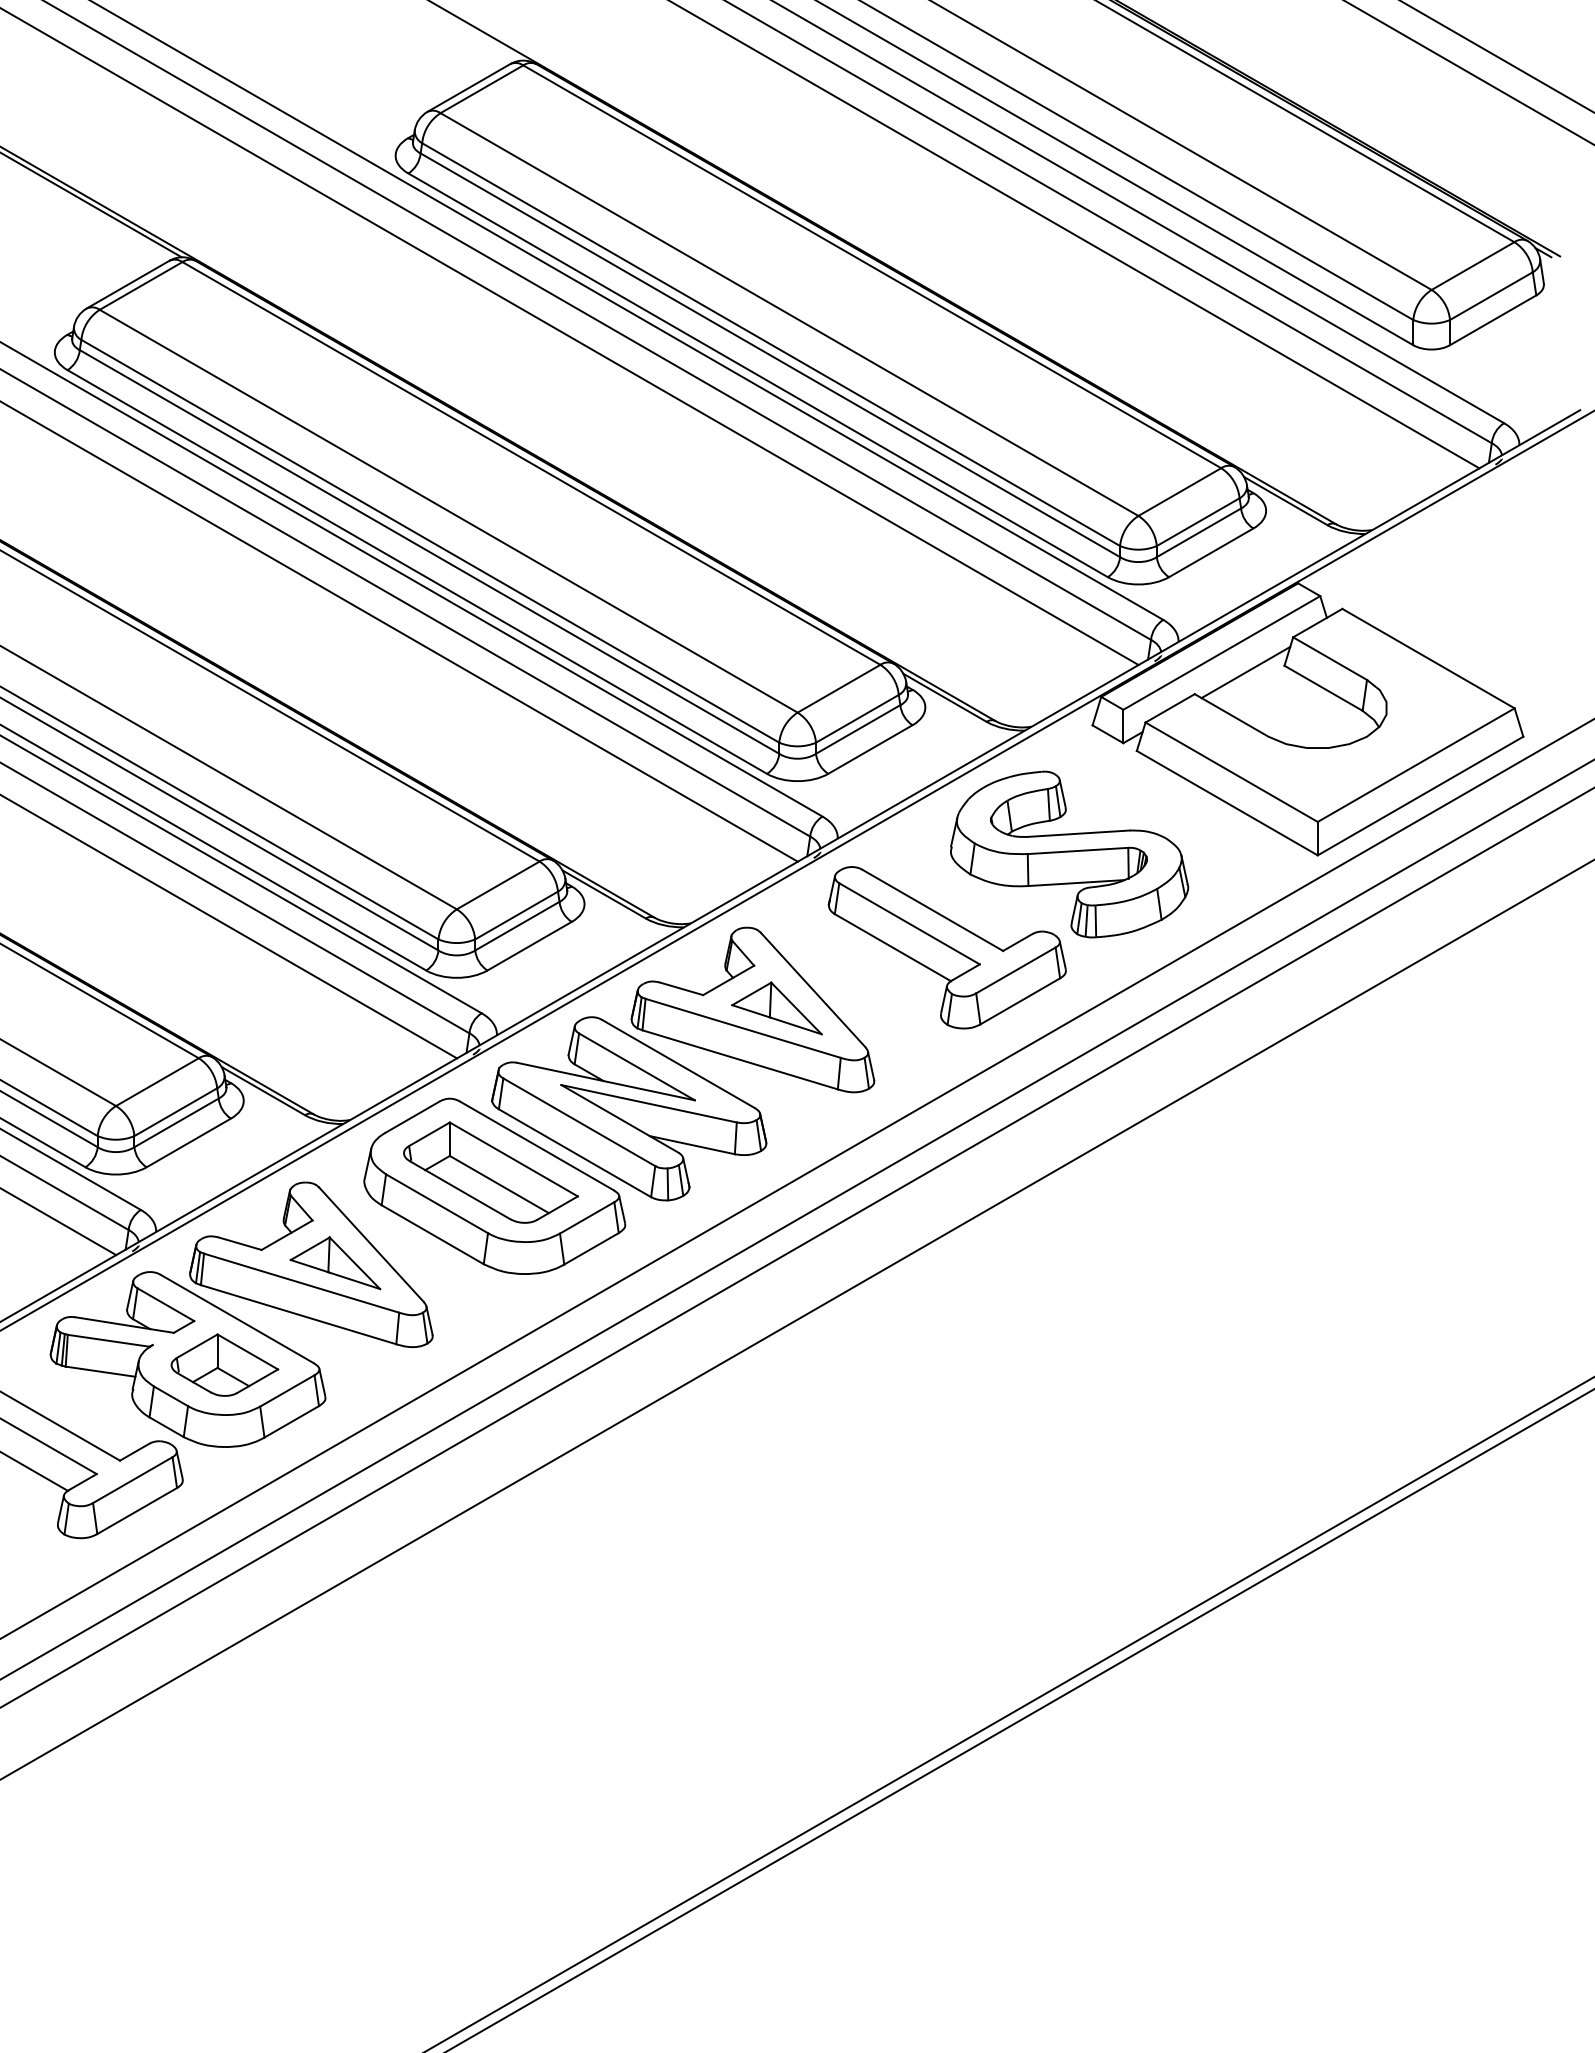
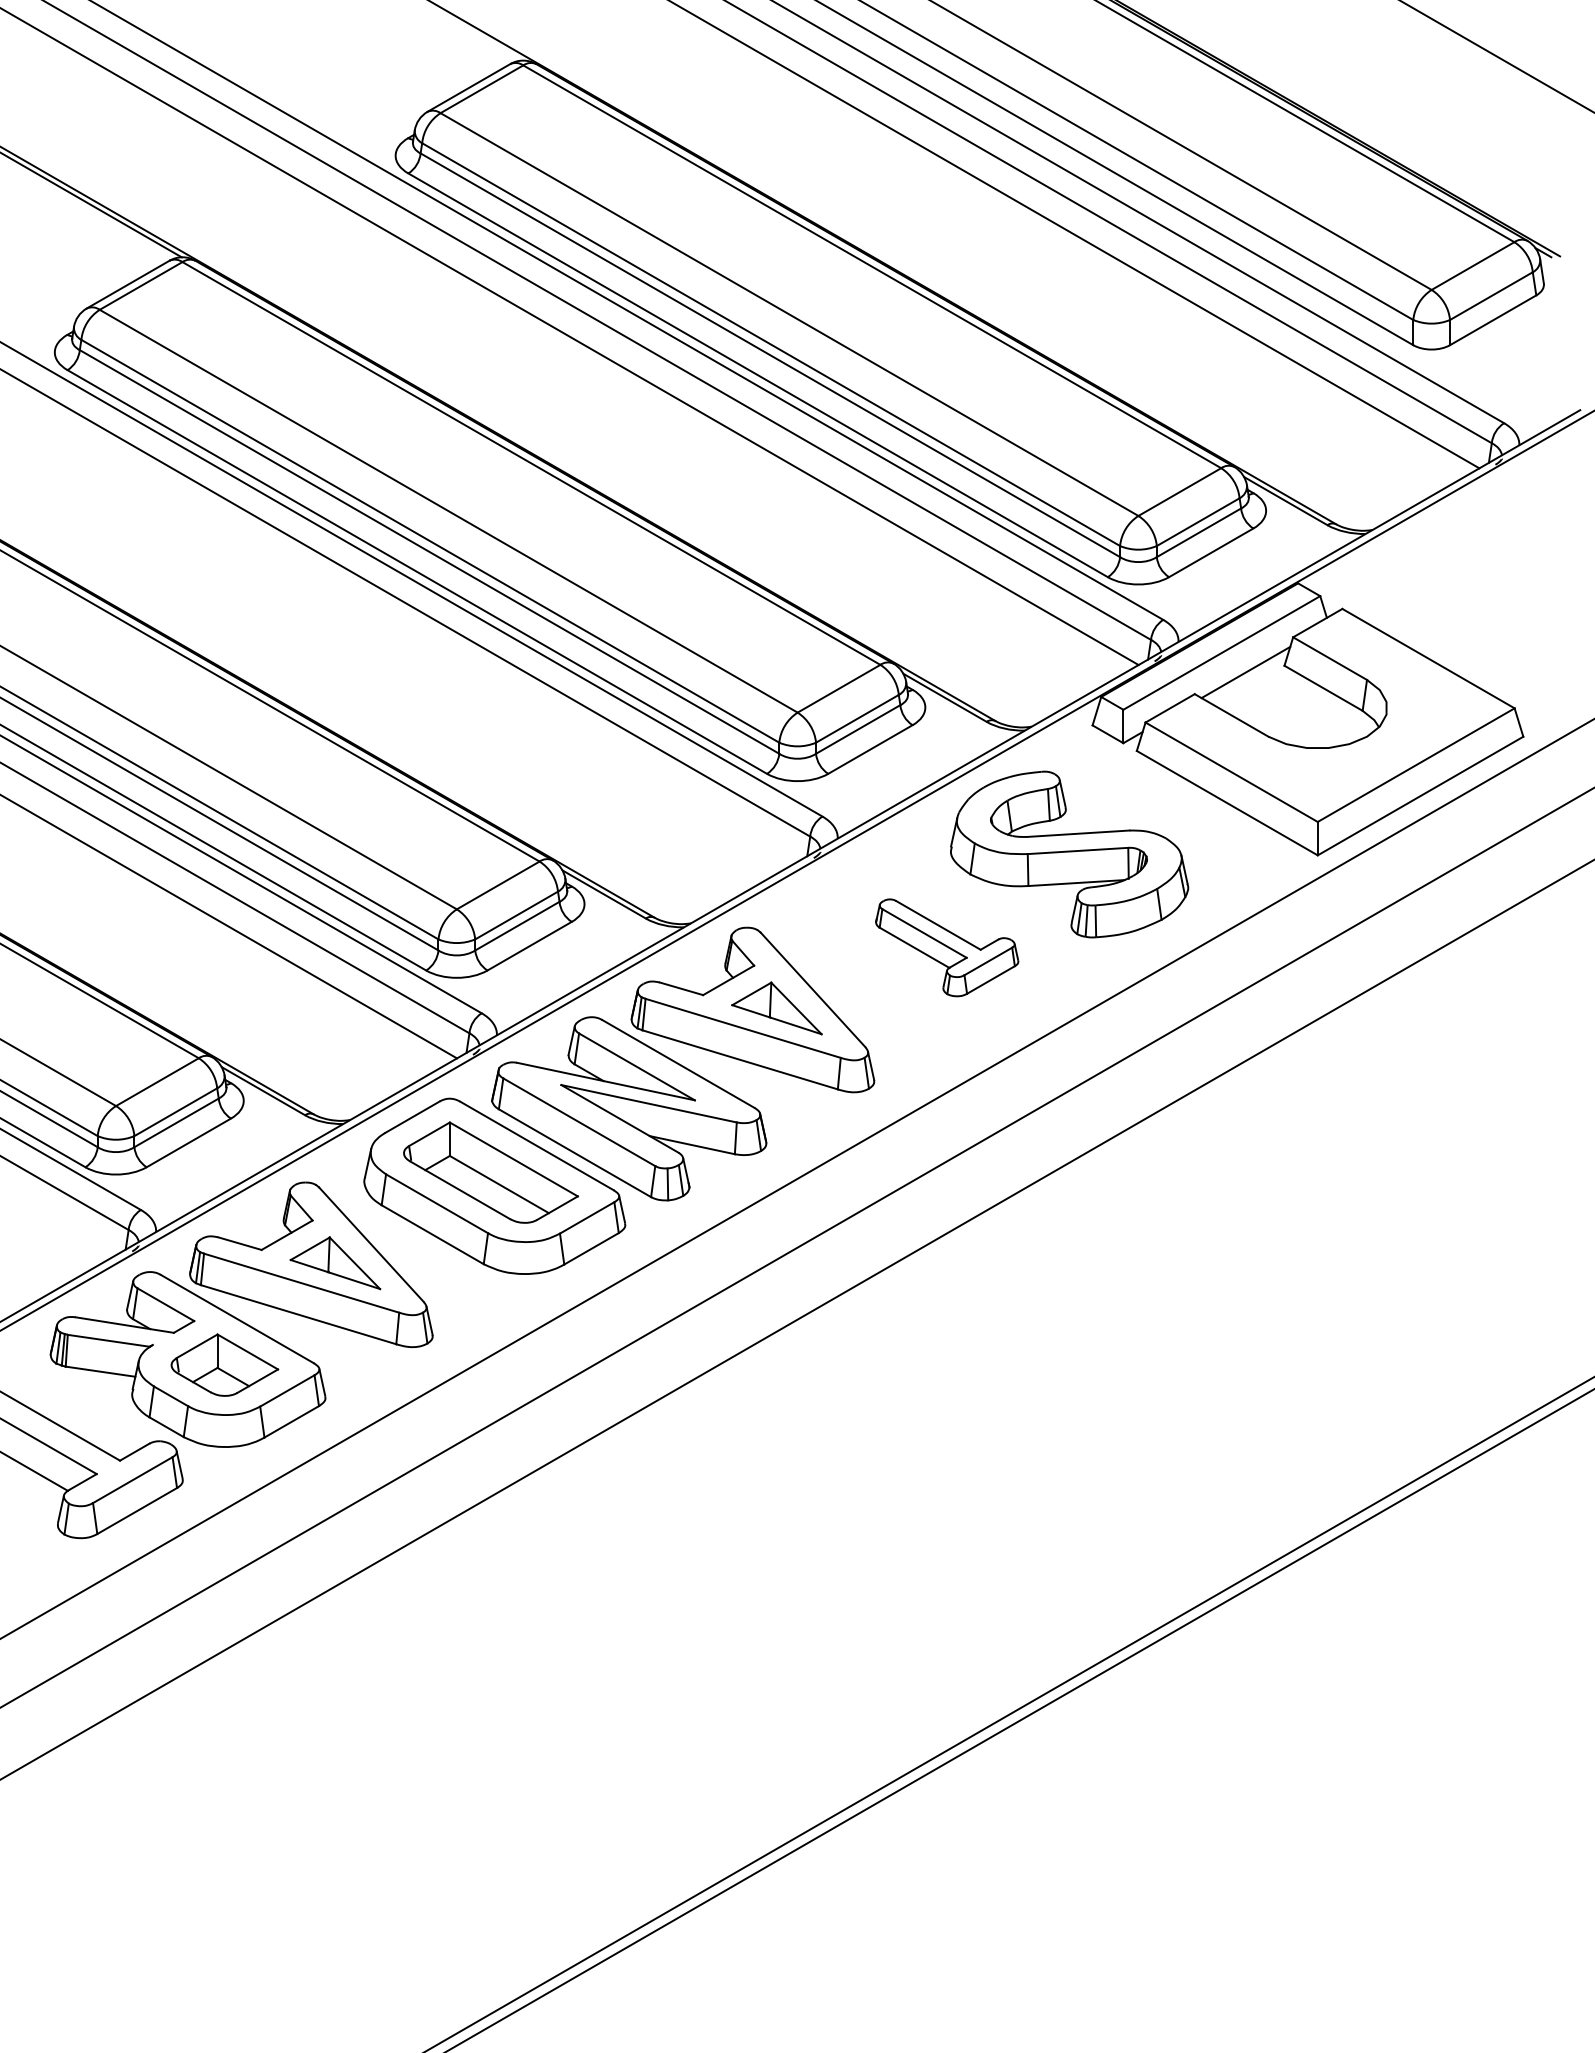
line at (1469, 72): present -> none
line at (399, 631): present -> none
part at (946, 947) size: 240x164 px -> 145x100 px
line at (796, 1219): present -> none
line at (59, 1222): present -> none
